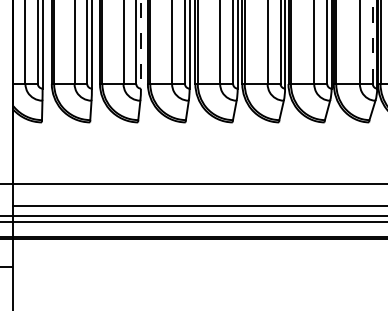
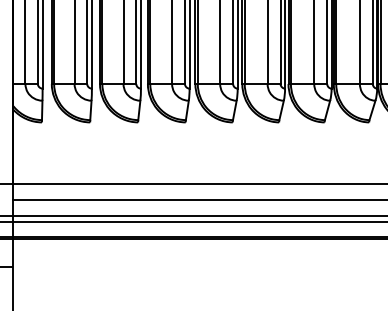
line at (372, 42): dashed -> solid
line at (140, 44): dashed -> solid
line at (198, 205) position: (198, 205) -> (198, 199)
